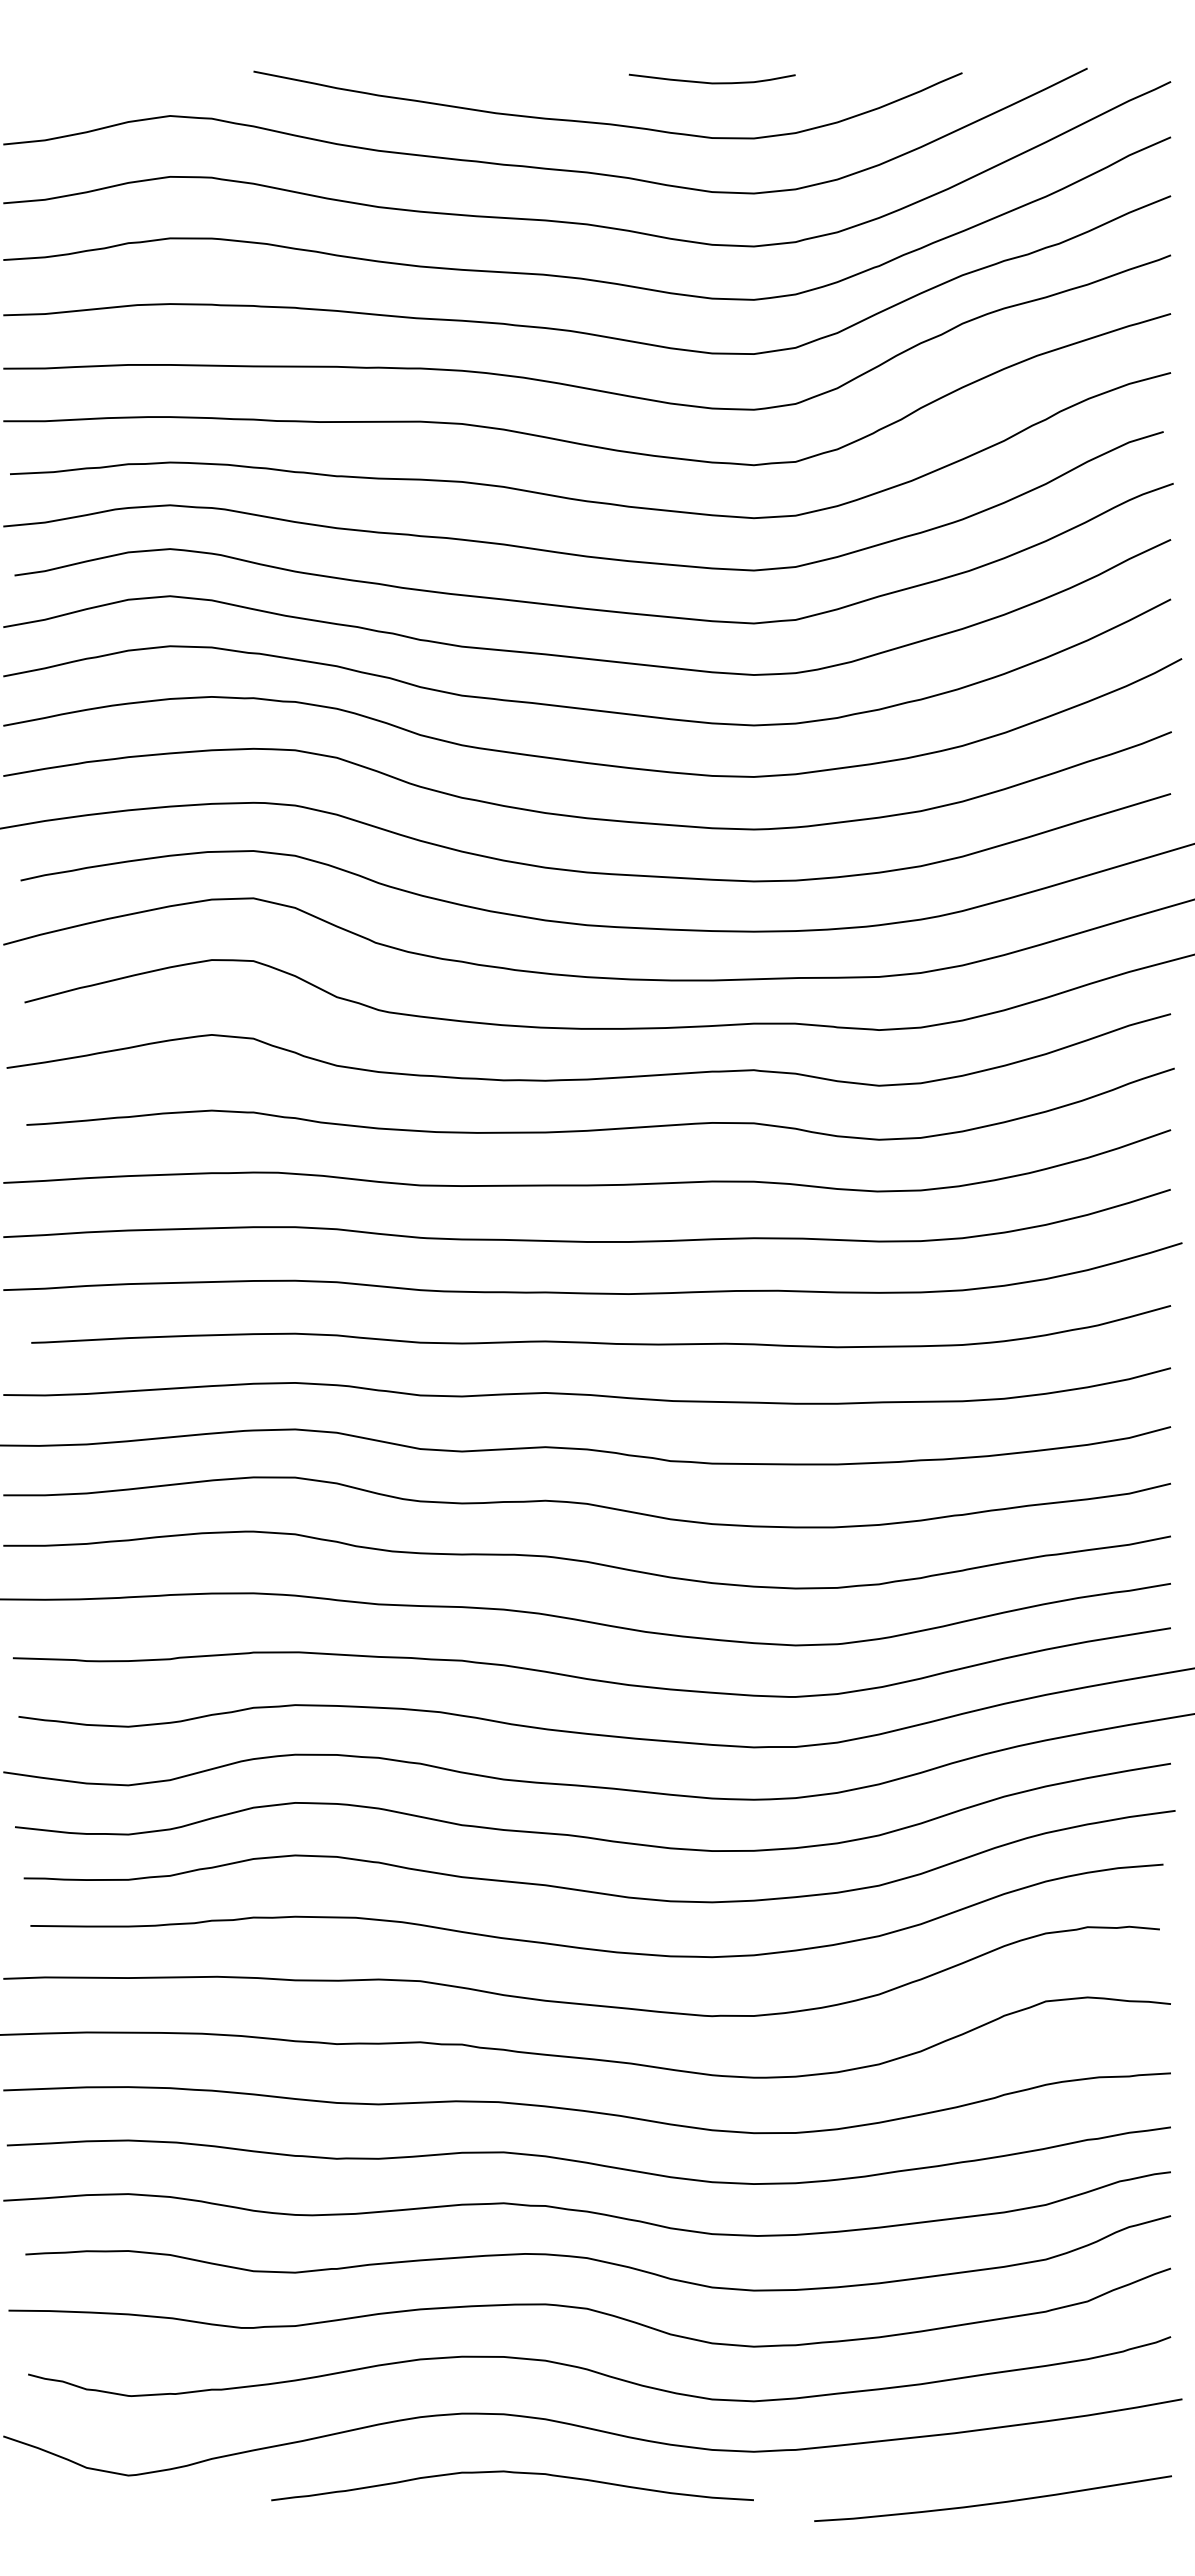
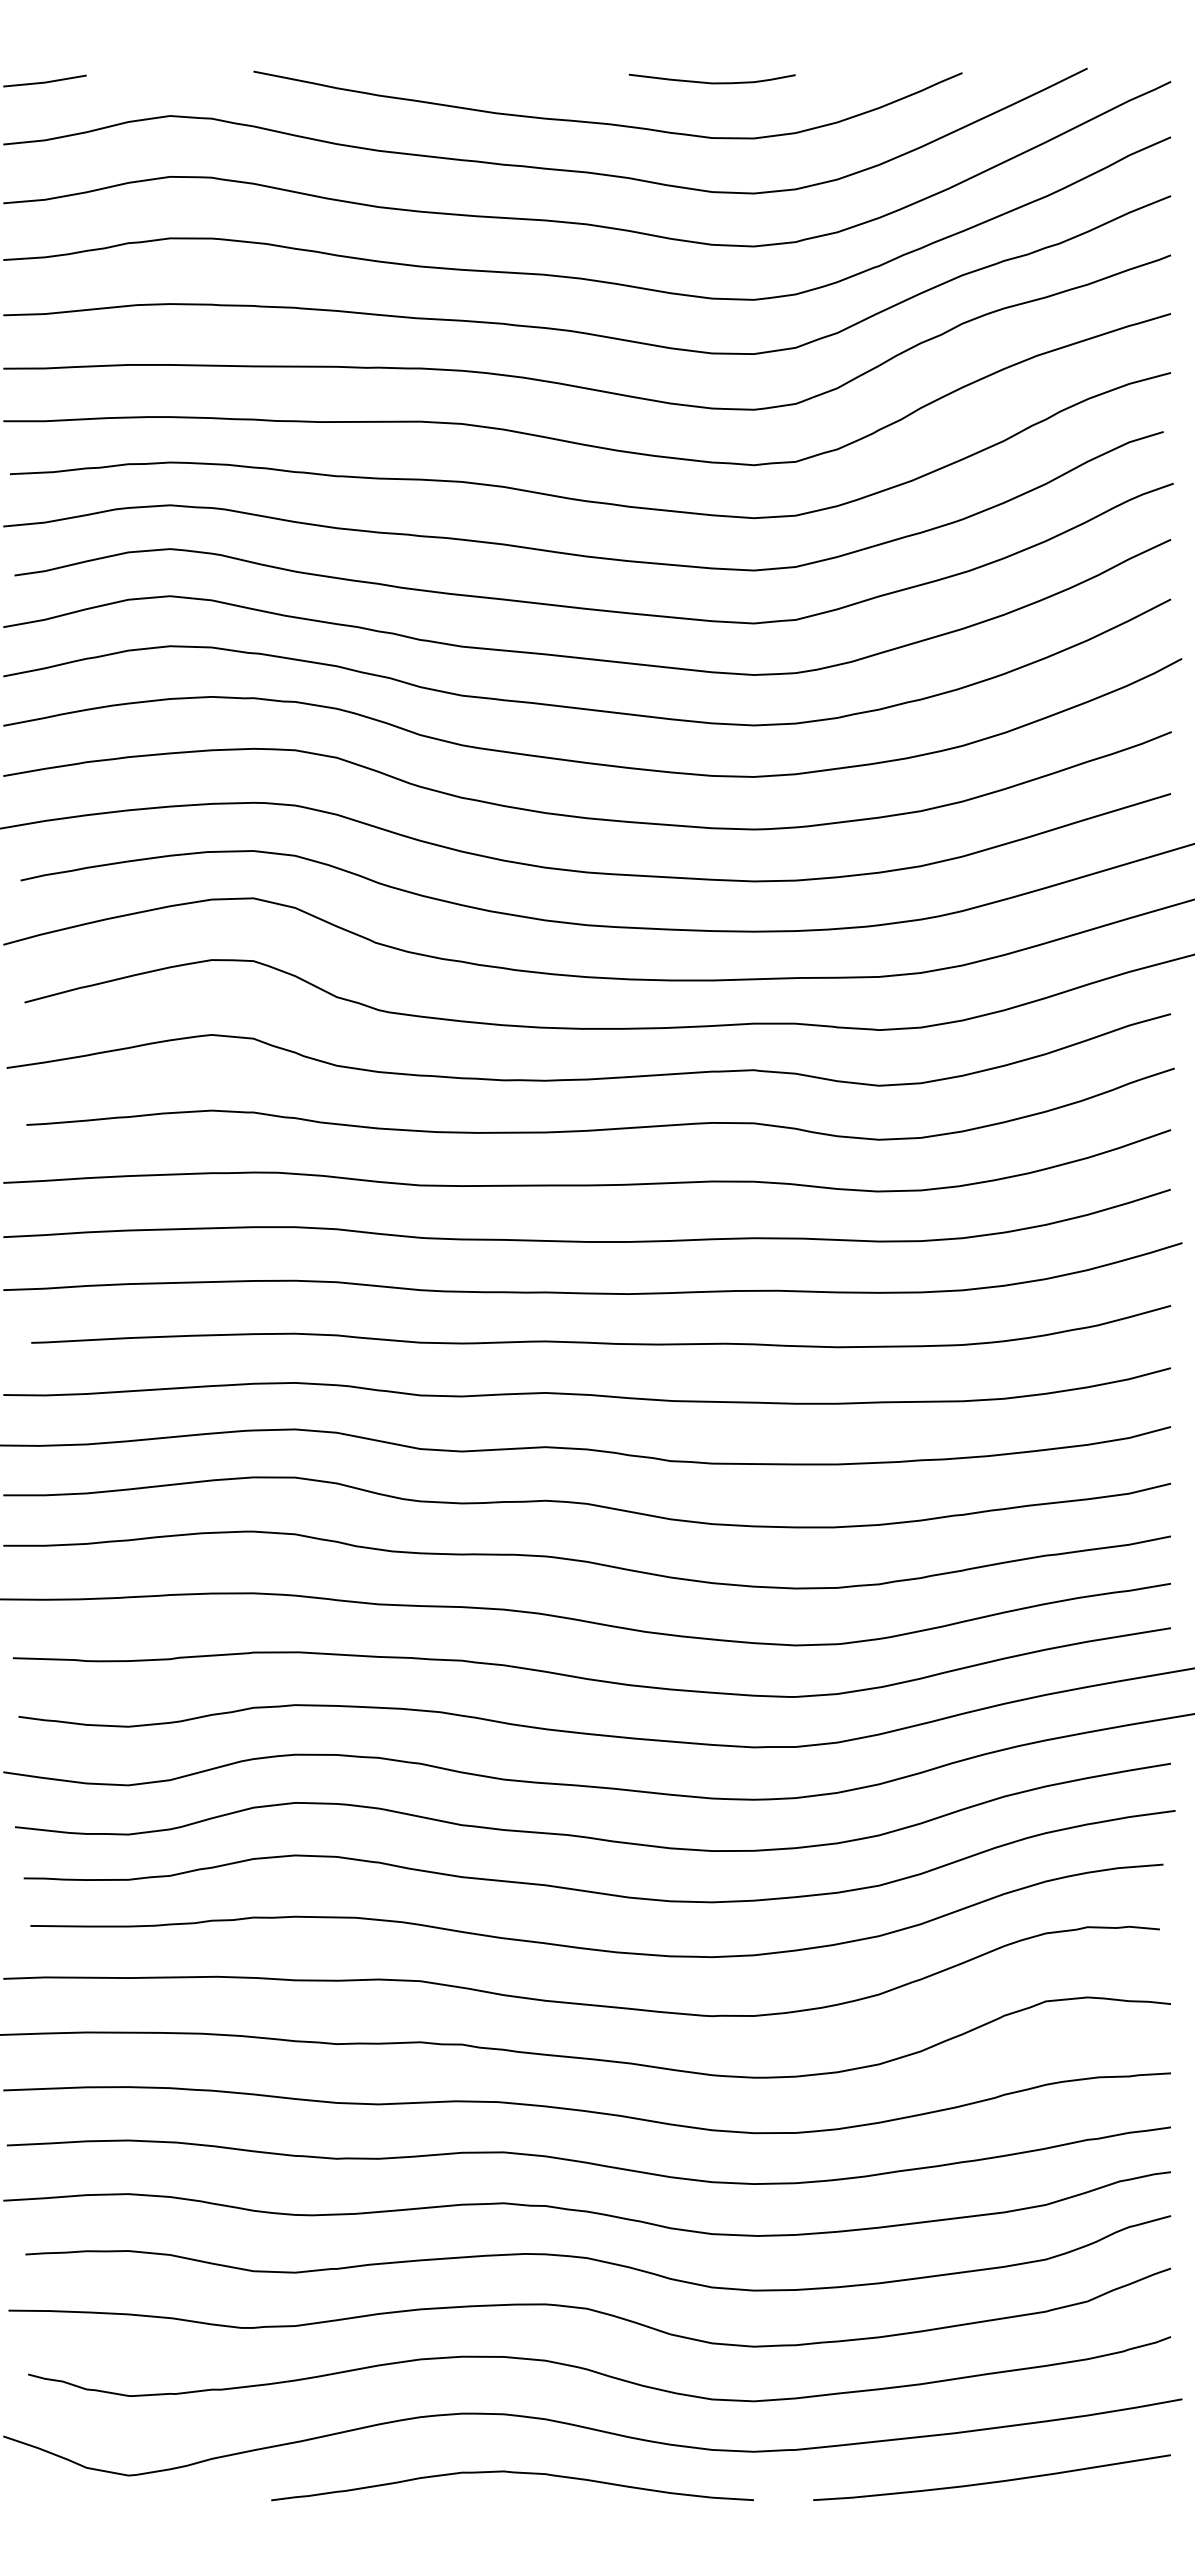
line at (44, 81): none -> present
curve at (992, 2502) position: (992, 2502) -> (991, 2481)
